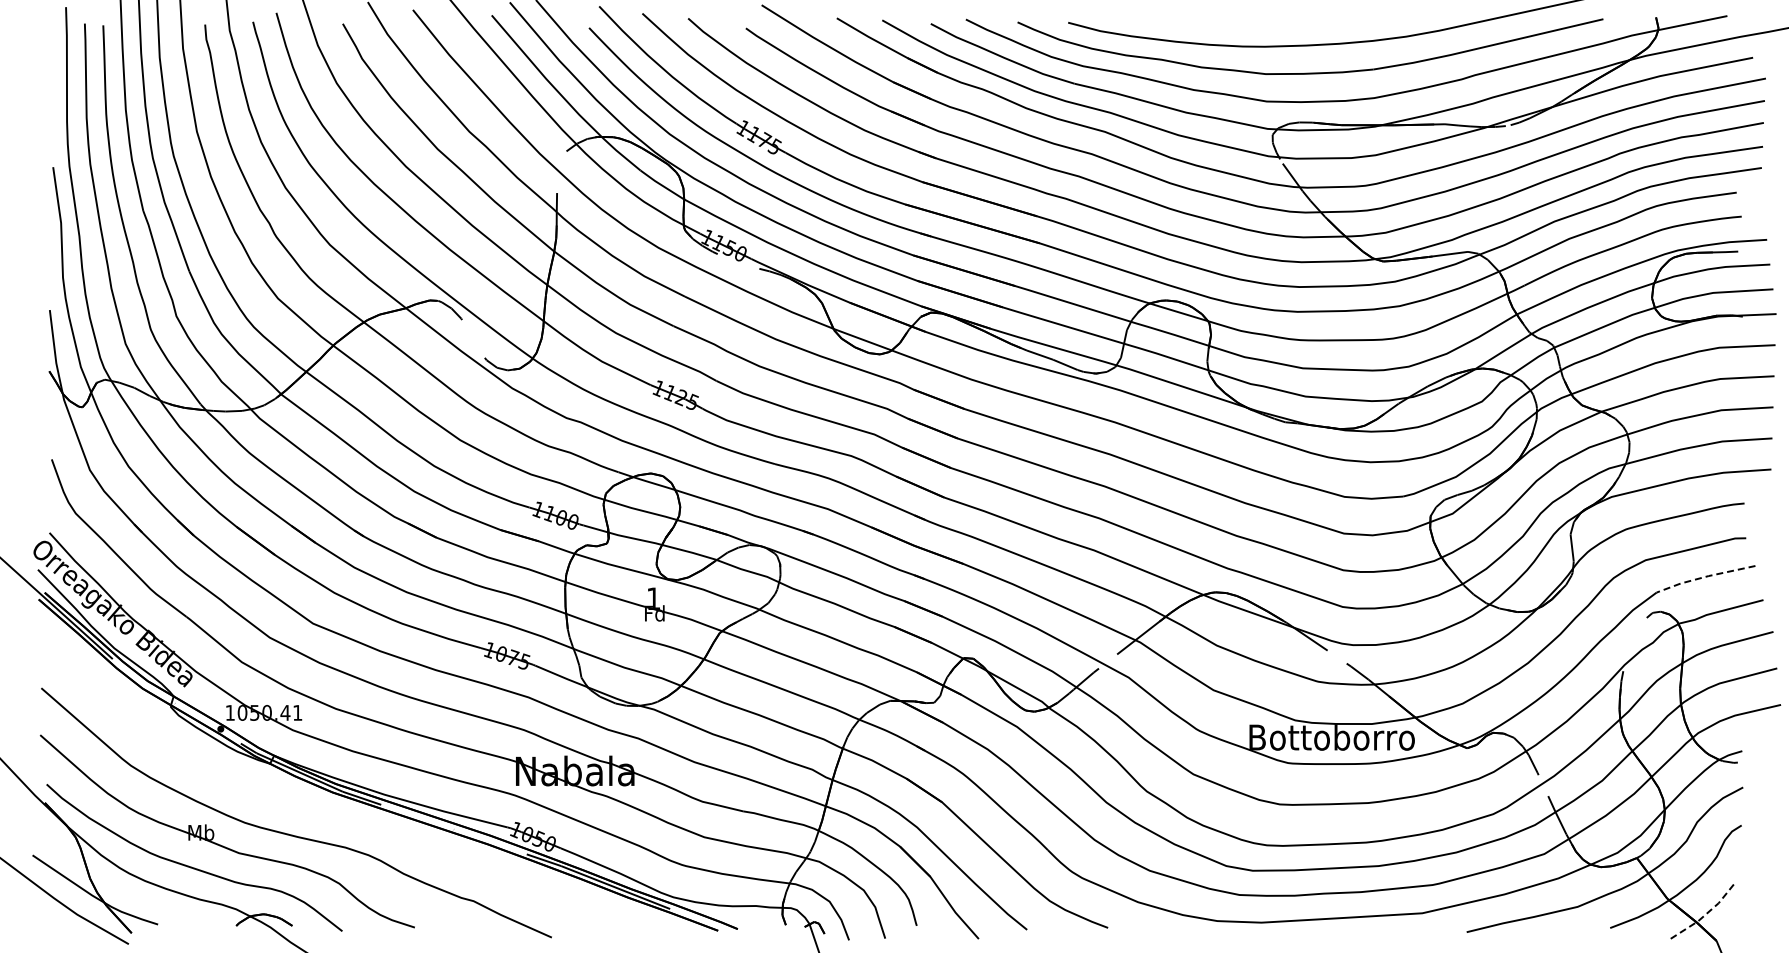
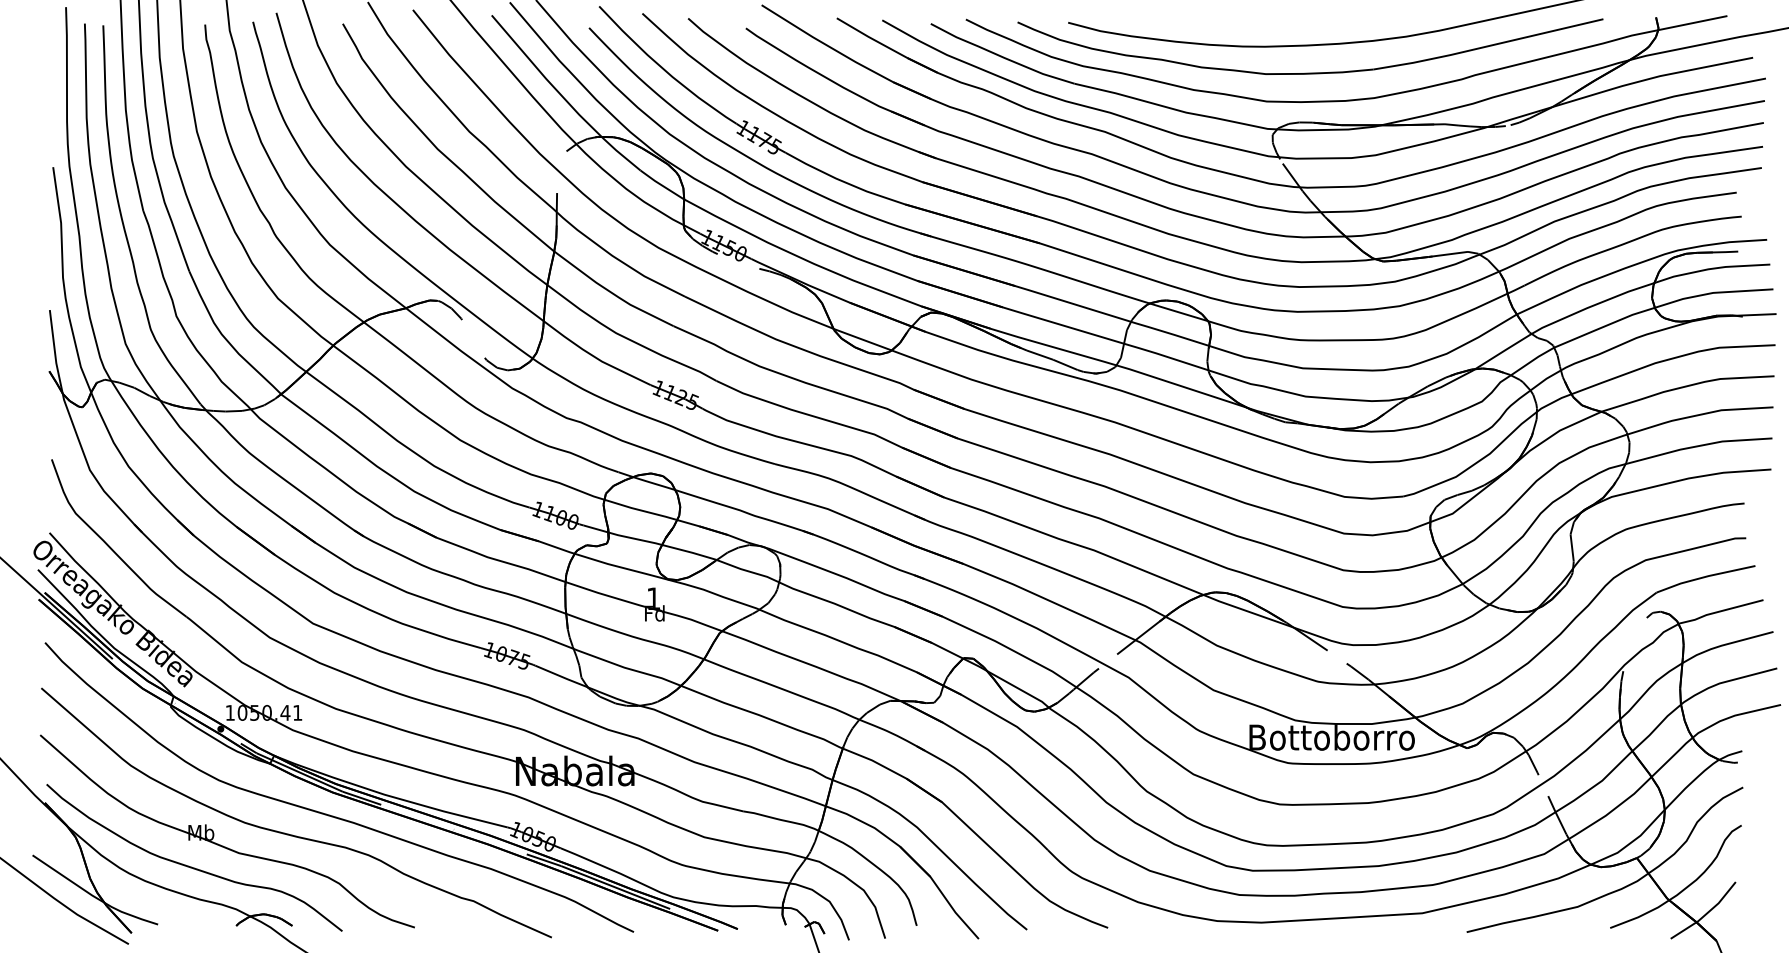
line at (1704, 577): dashed -> solid
curve at (333, 815): none -> present
line at (1706, 913): dashed -> solid
